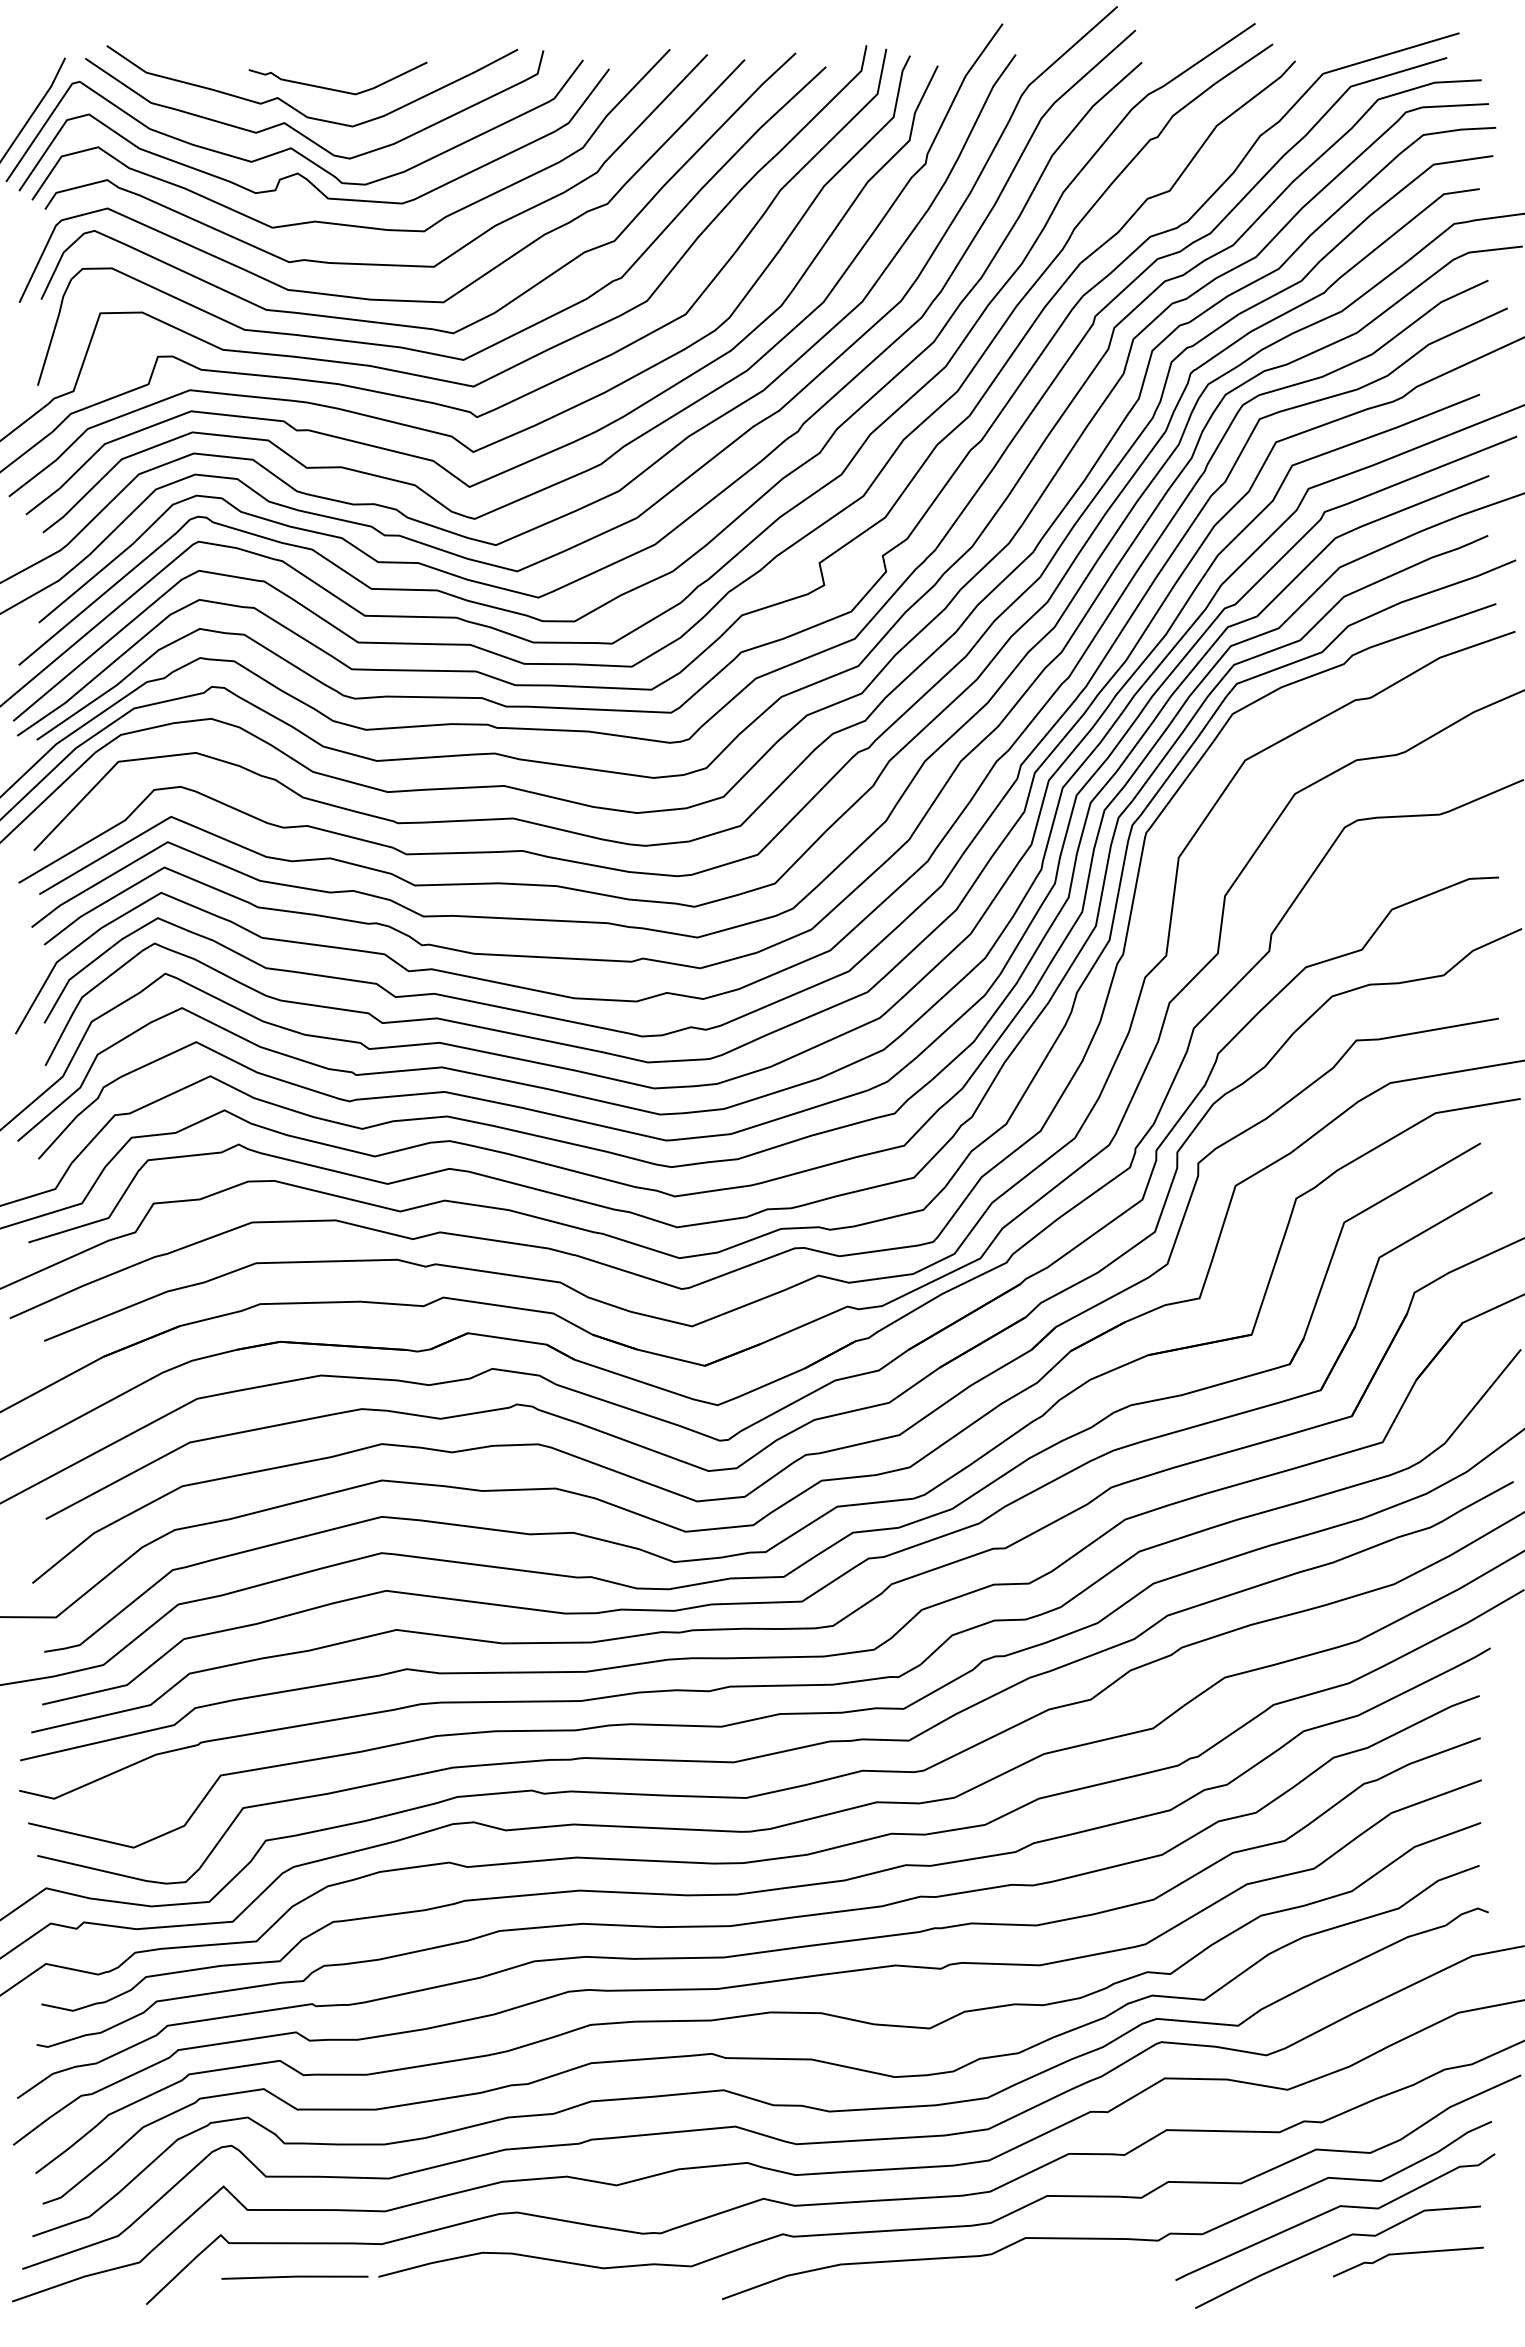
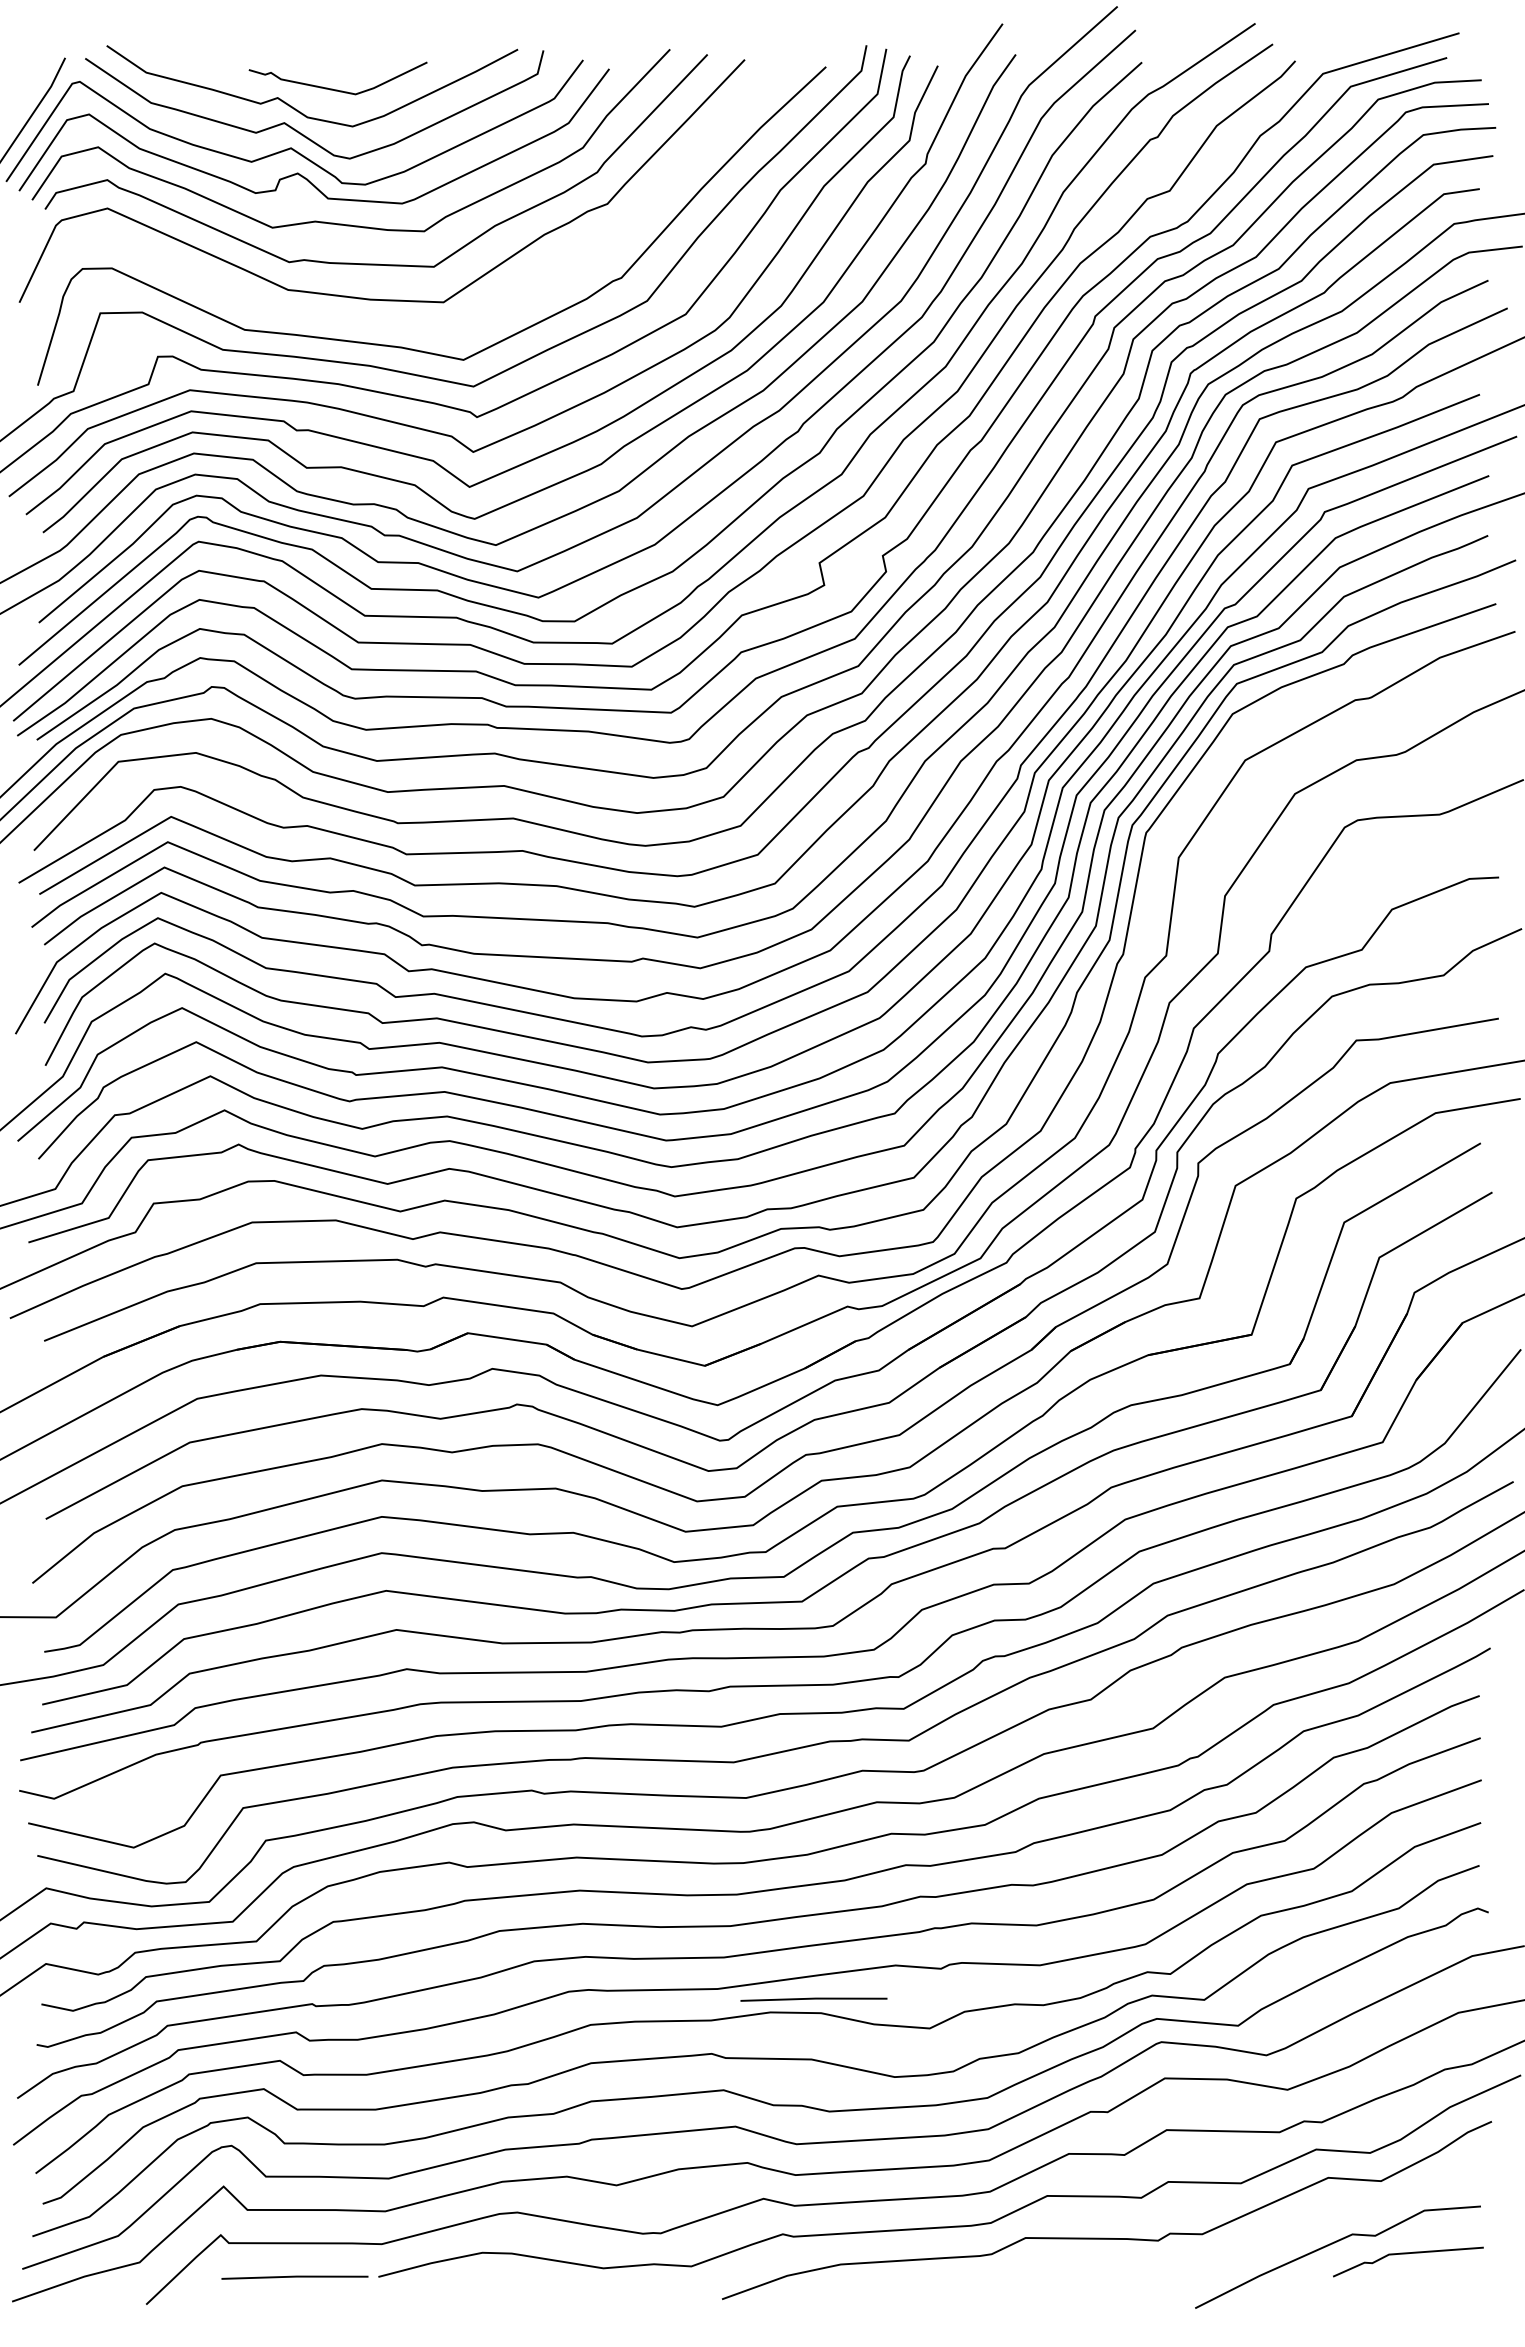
curve at (403, 324): present -> none
line at (813, 1999): none -> present
curve at (1333, 2210): present -> none
